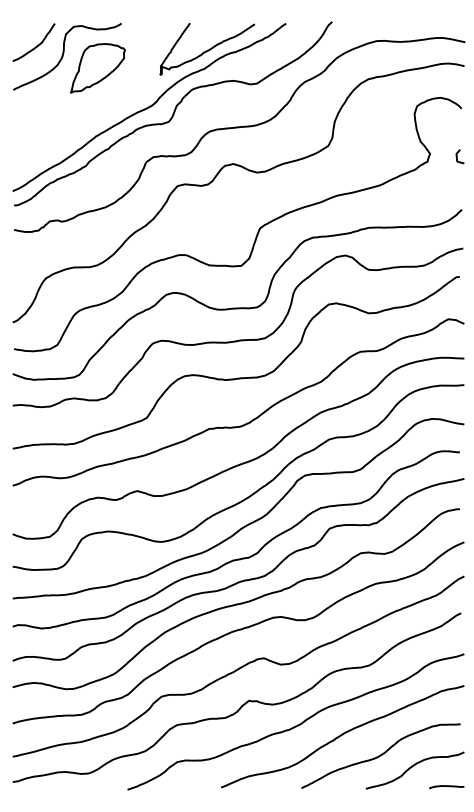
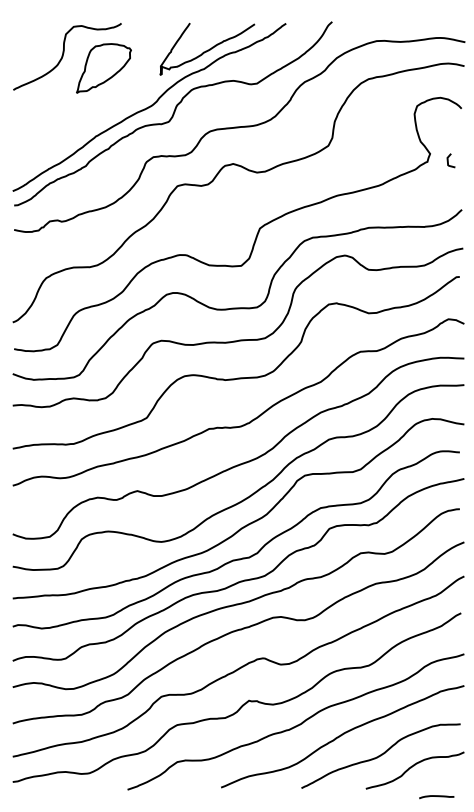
curve at (36, 45): present -> none
part at (97, 68) position: (97, 68) -> (103, 68)
line at (457, 156) position: (457, 156) -> (448, 160)
curve at (446, 786) position: (446, 786) -> (436, 796)
